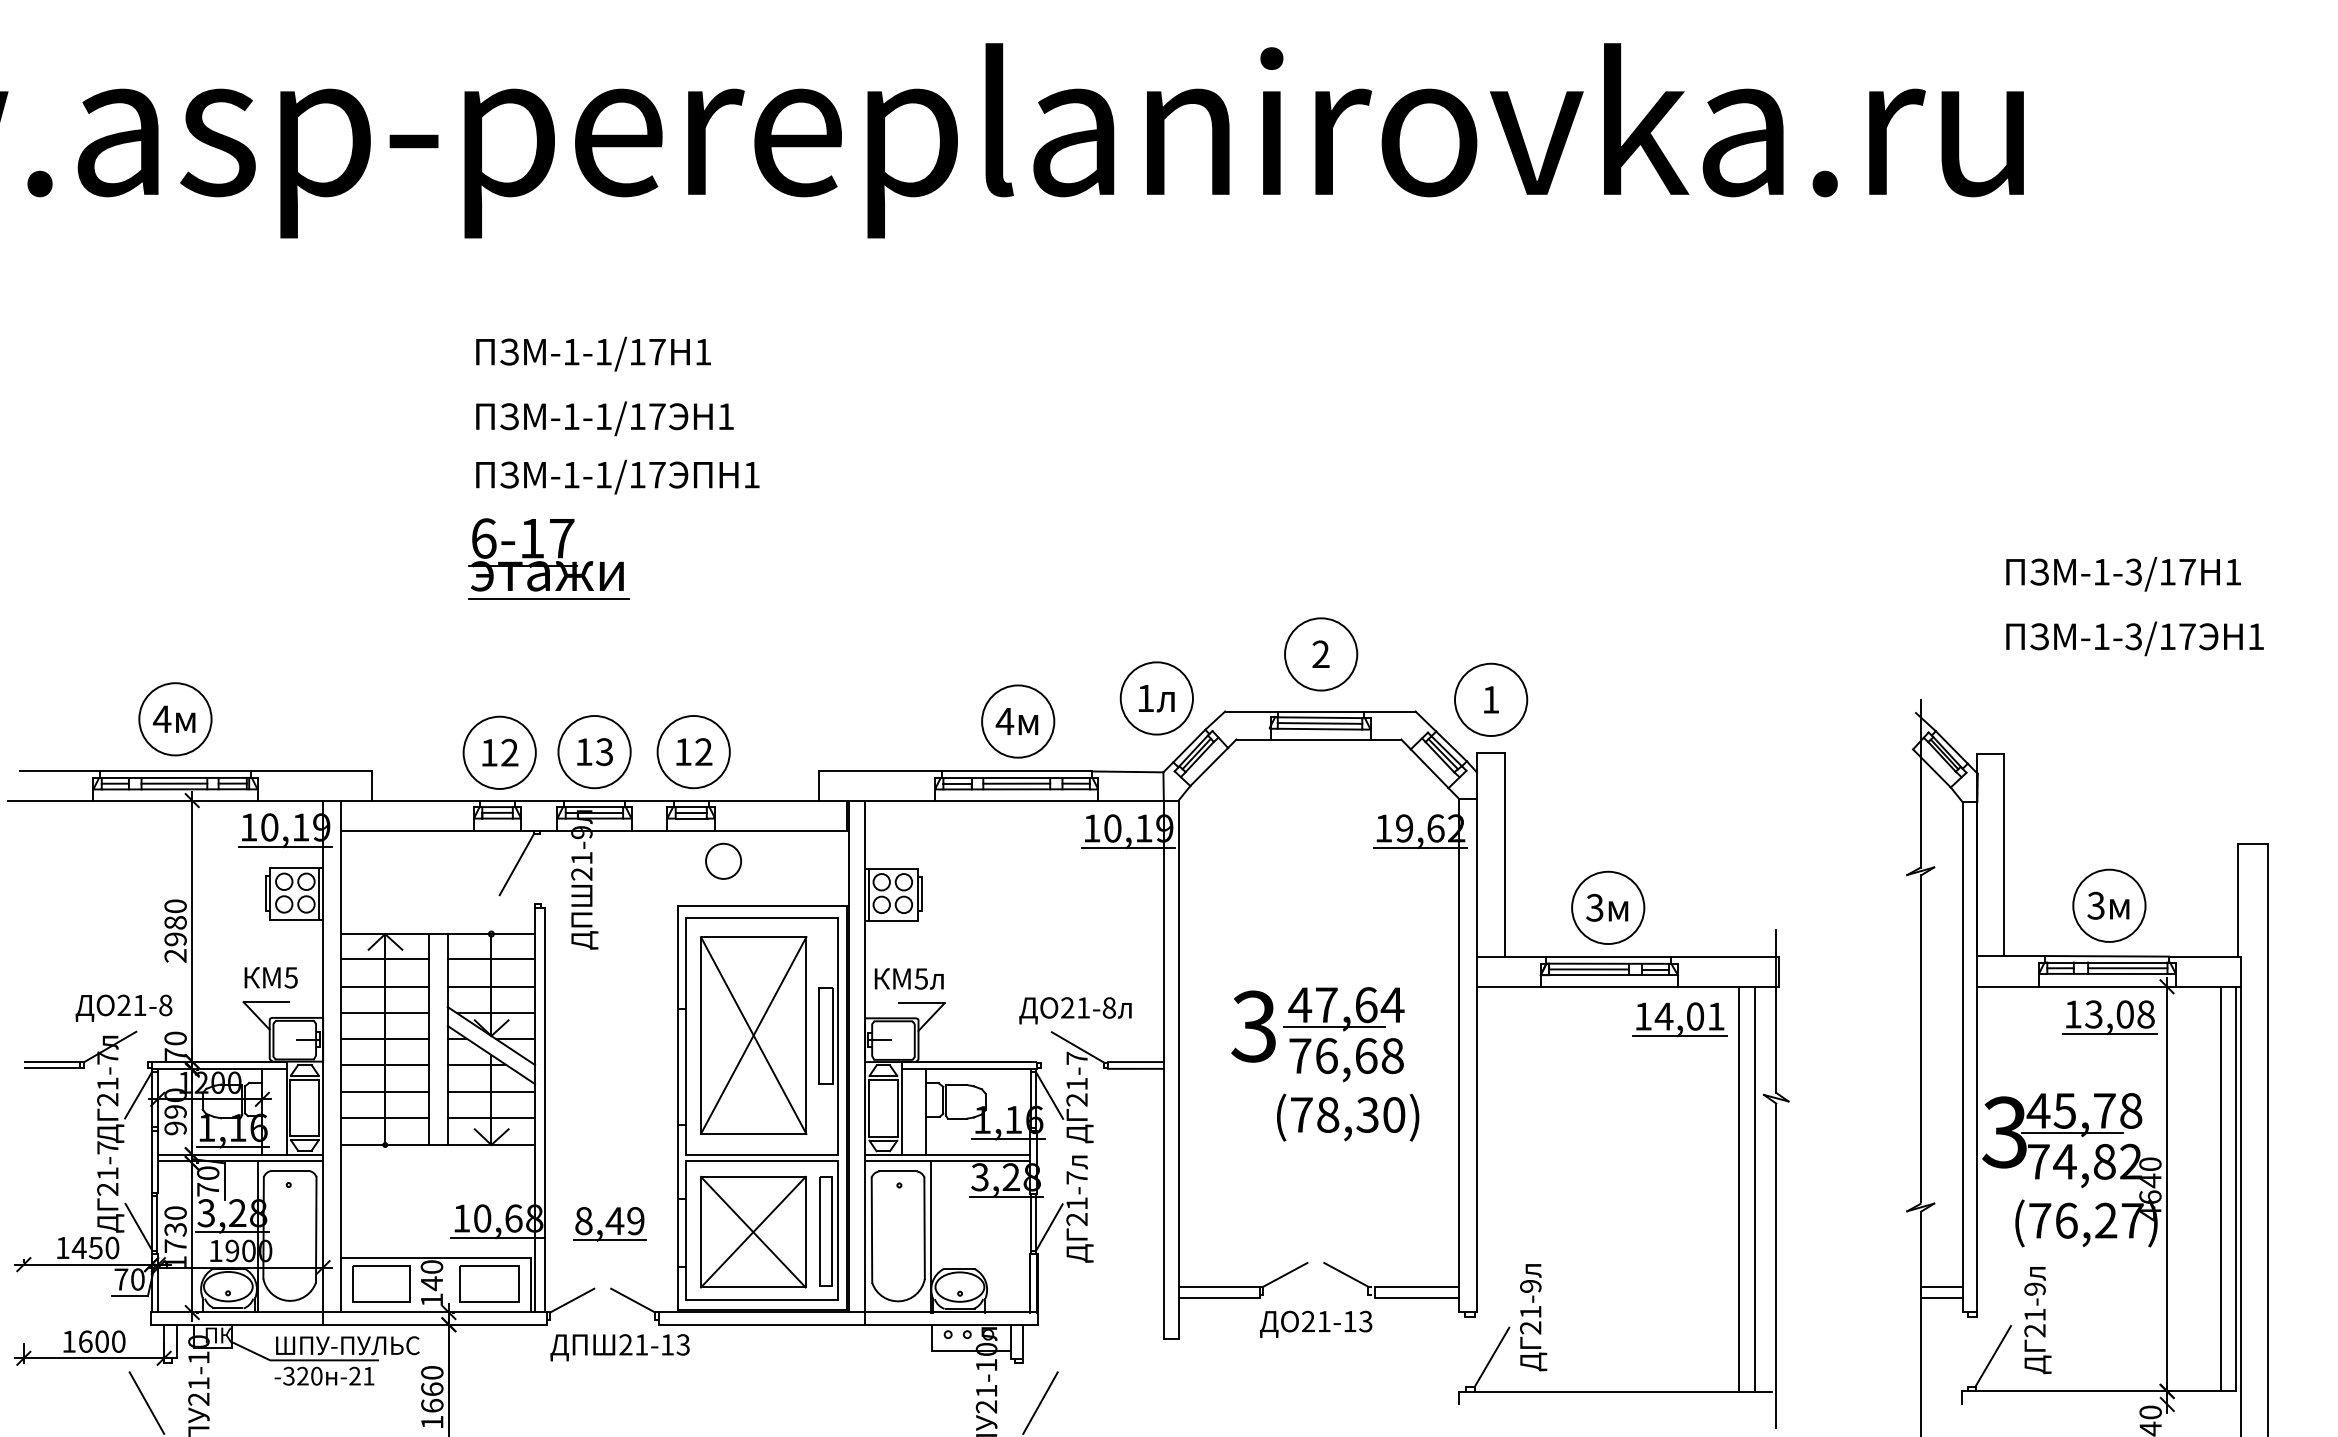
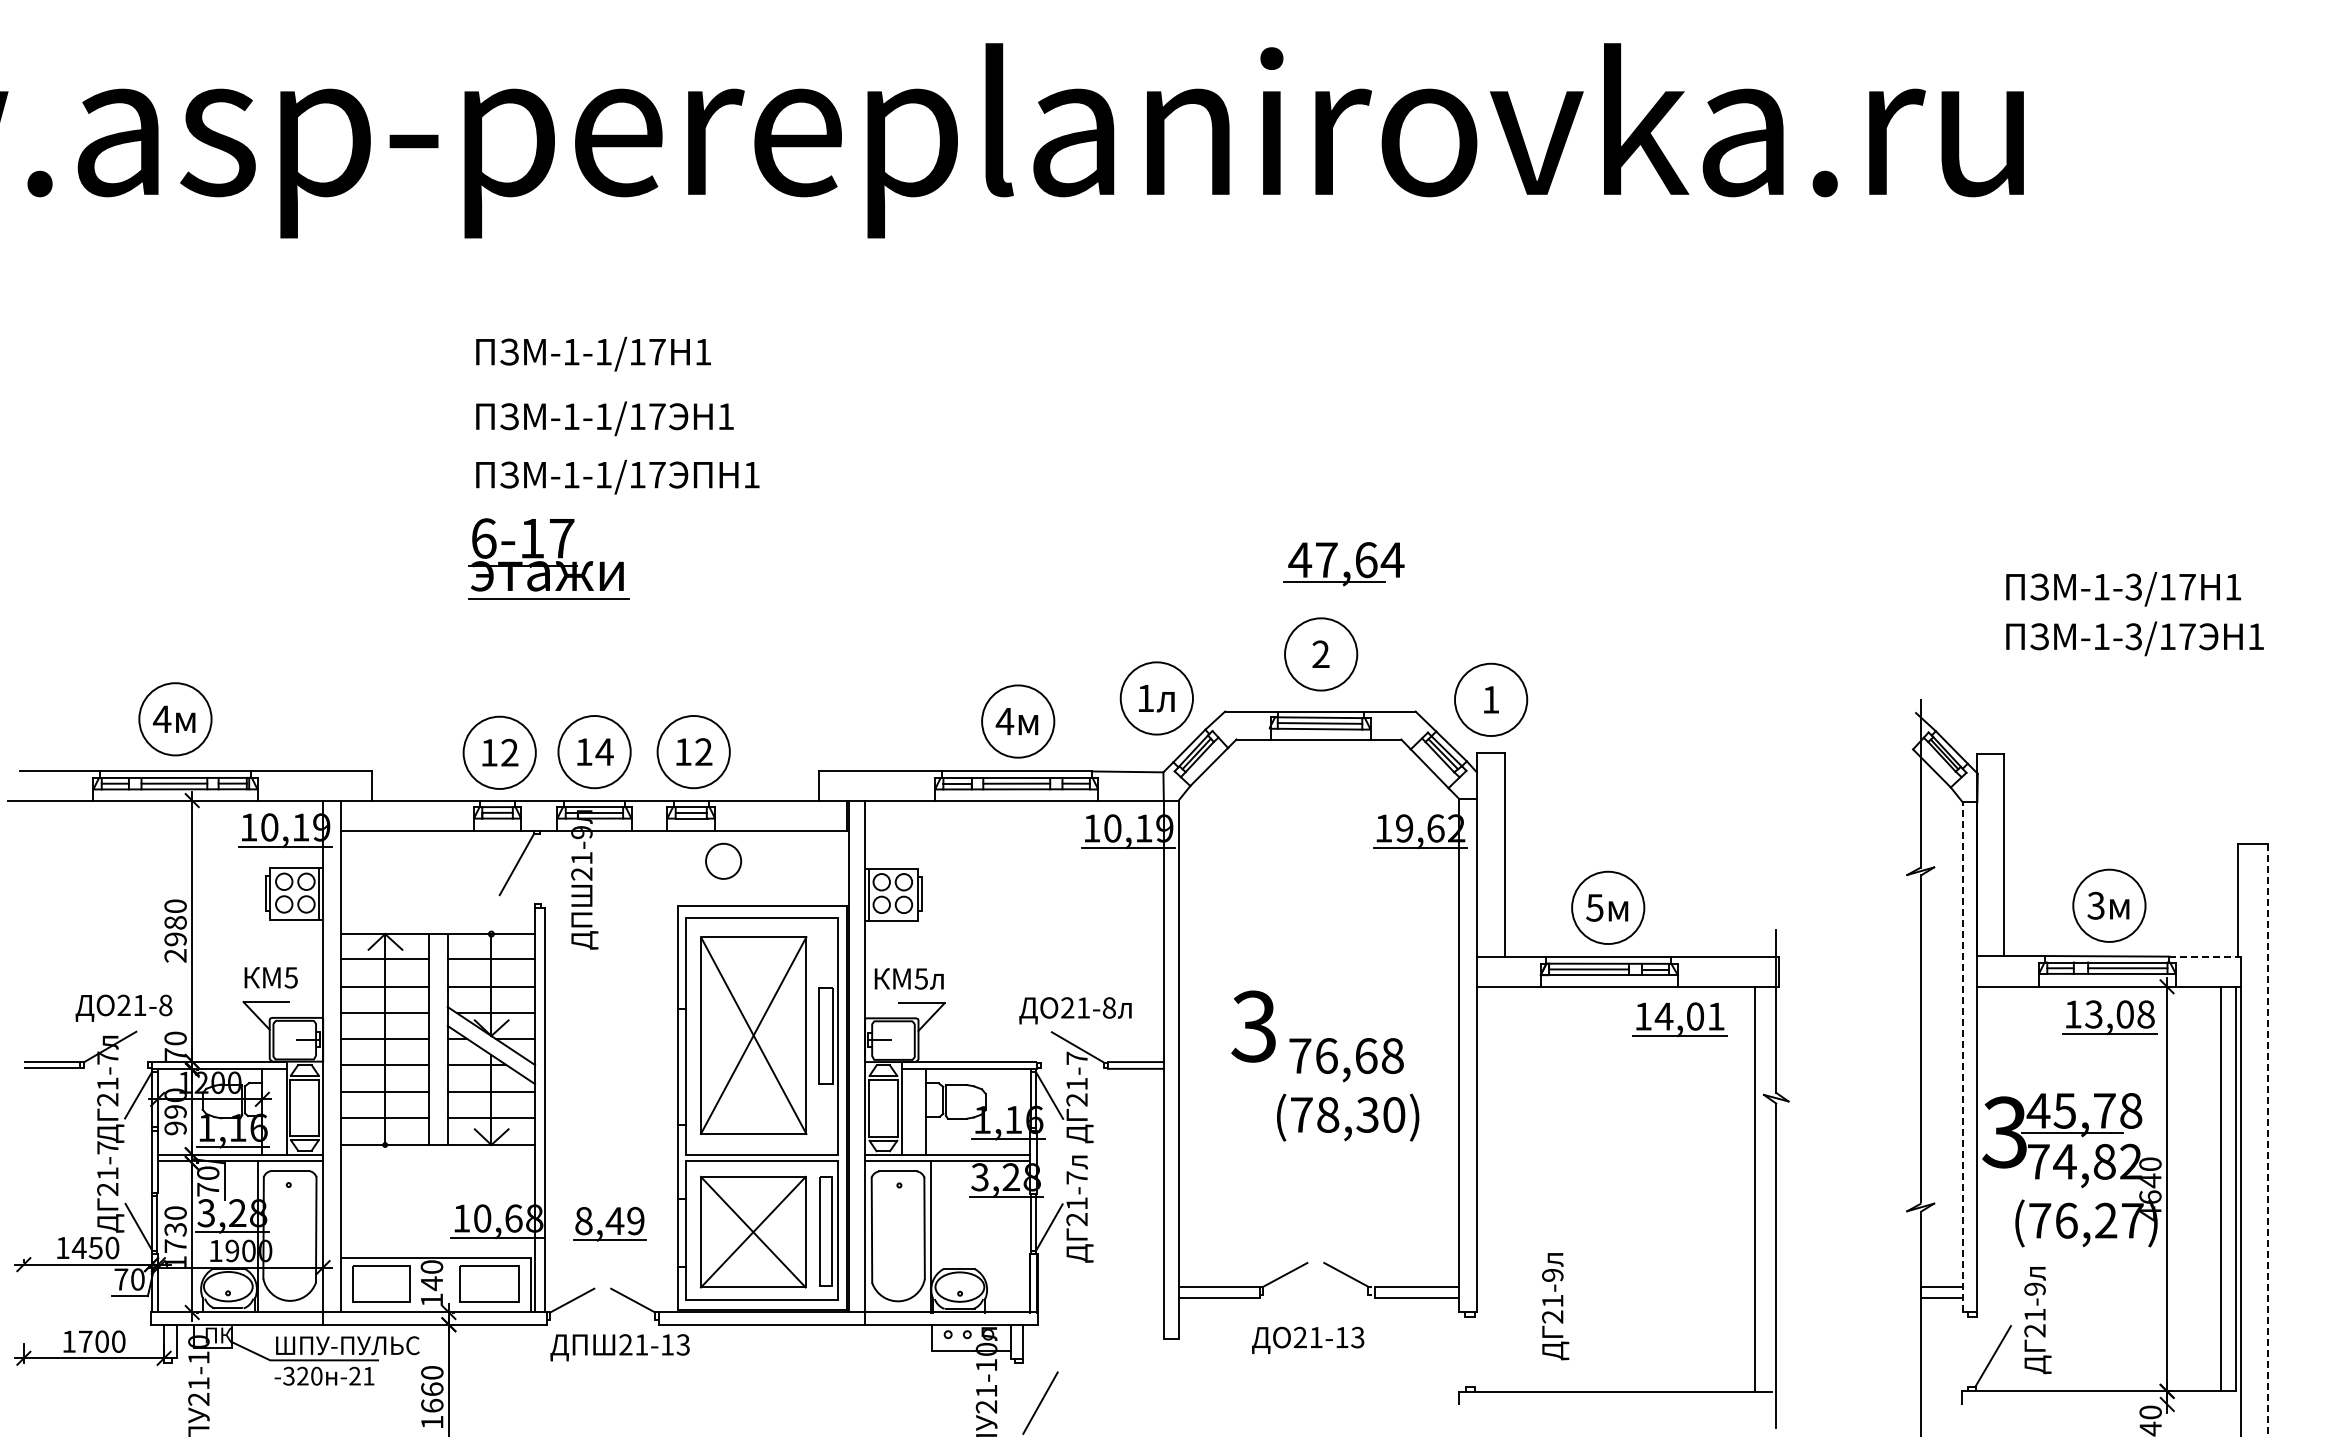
text at (2123, 574) position: (2123, 574) -> (2123, 589)
text at (604, 752): 13 -> 14
text at (1594, 907): 3 -> 5
line at (2205, 956): solid -> dashed
part at (1345, 1016) position: (1345, 1016) -> (1345, 571)
line at (1962, 1056): solid -> dashed
line at (2267, 1140): solid -> dashed
line at (1738, 1188): present -> none
text at (1533, 1317) position: (1533, 1317) -> (1555, 1306)
text at (1316, 1323) position: (1316, 1323) -> (1308, 1339)
text at (85, 1341): 1600 -> 1700
line at (1491, 1357): present -> none
line at (146, 1402): present -> none
